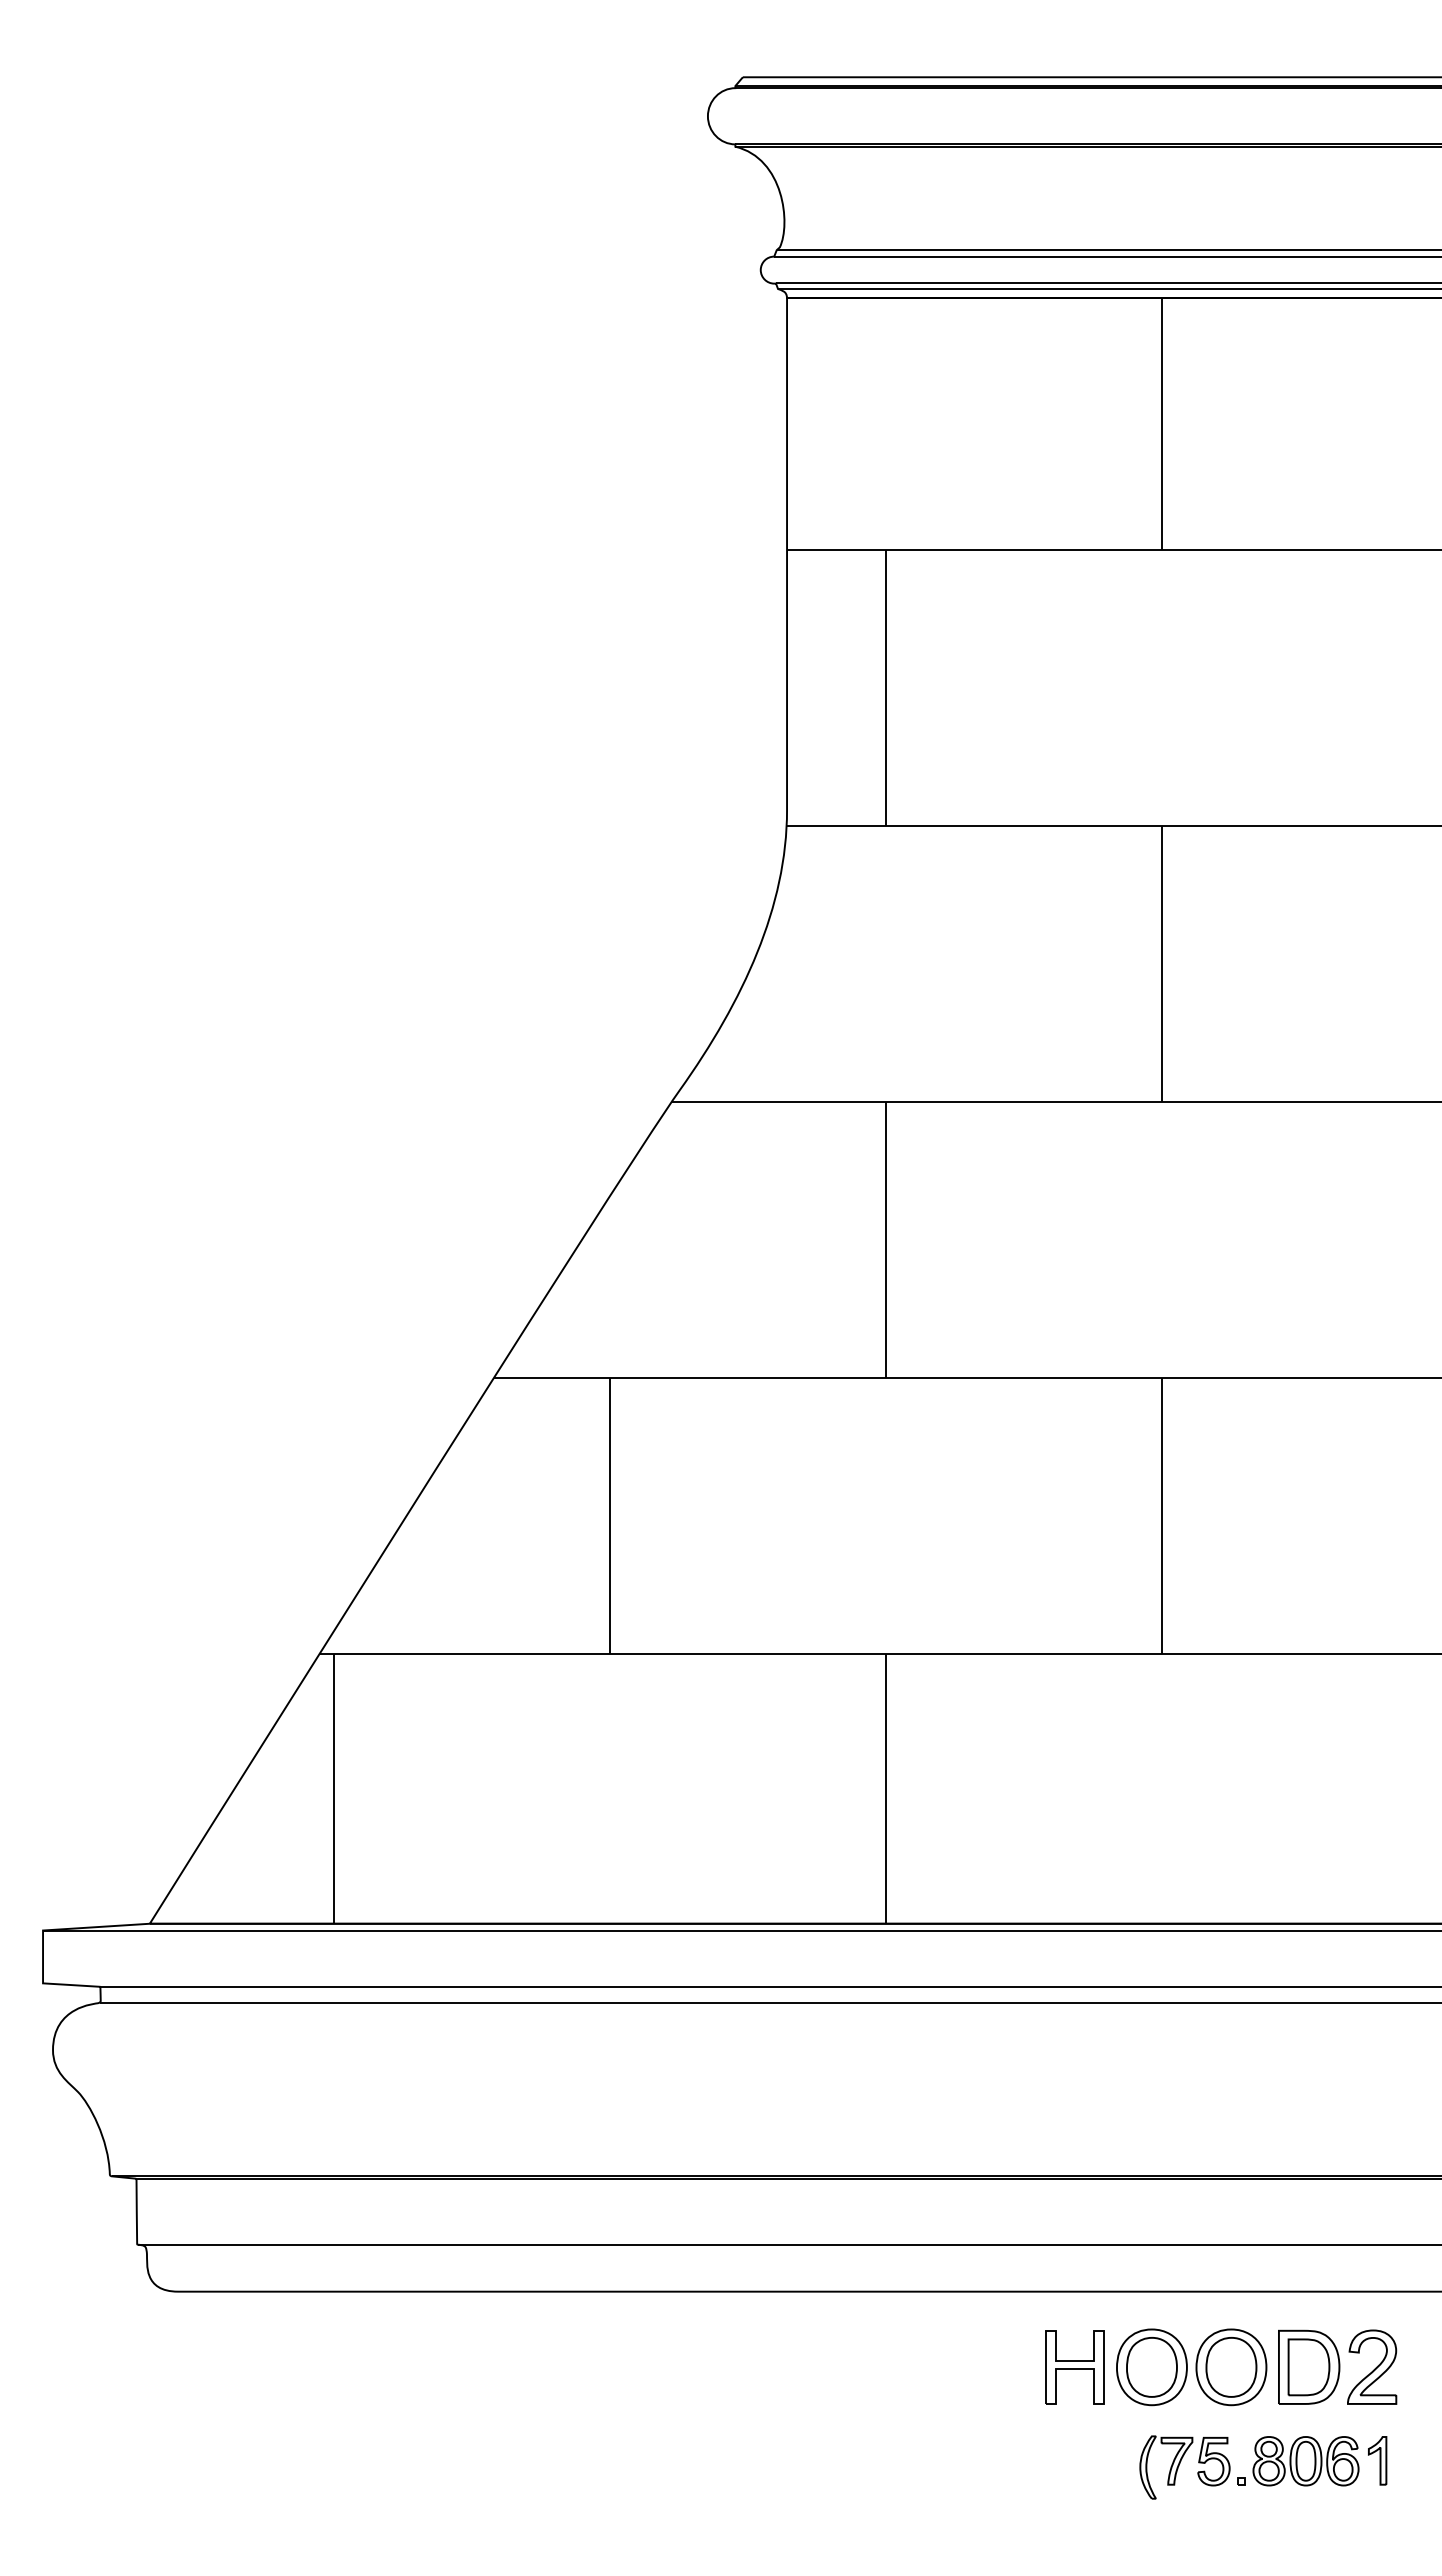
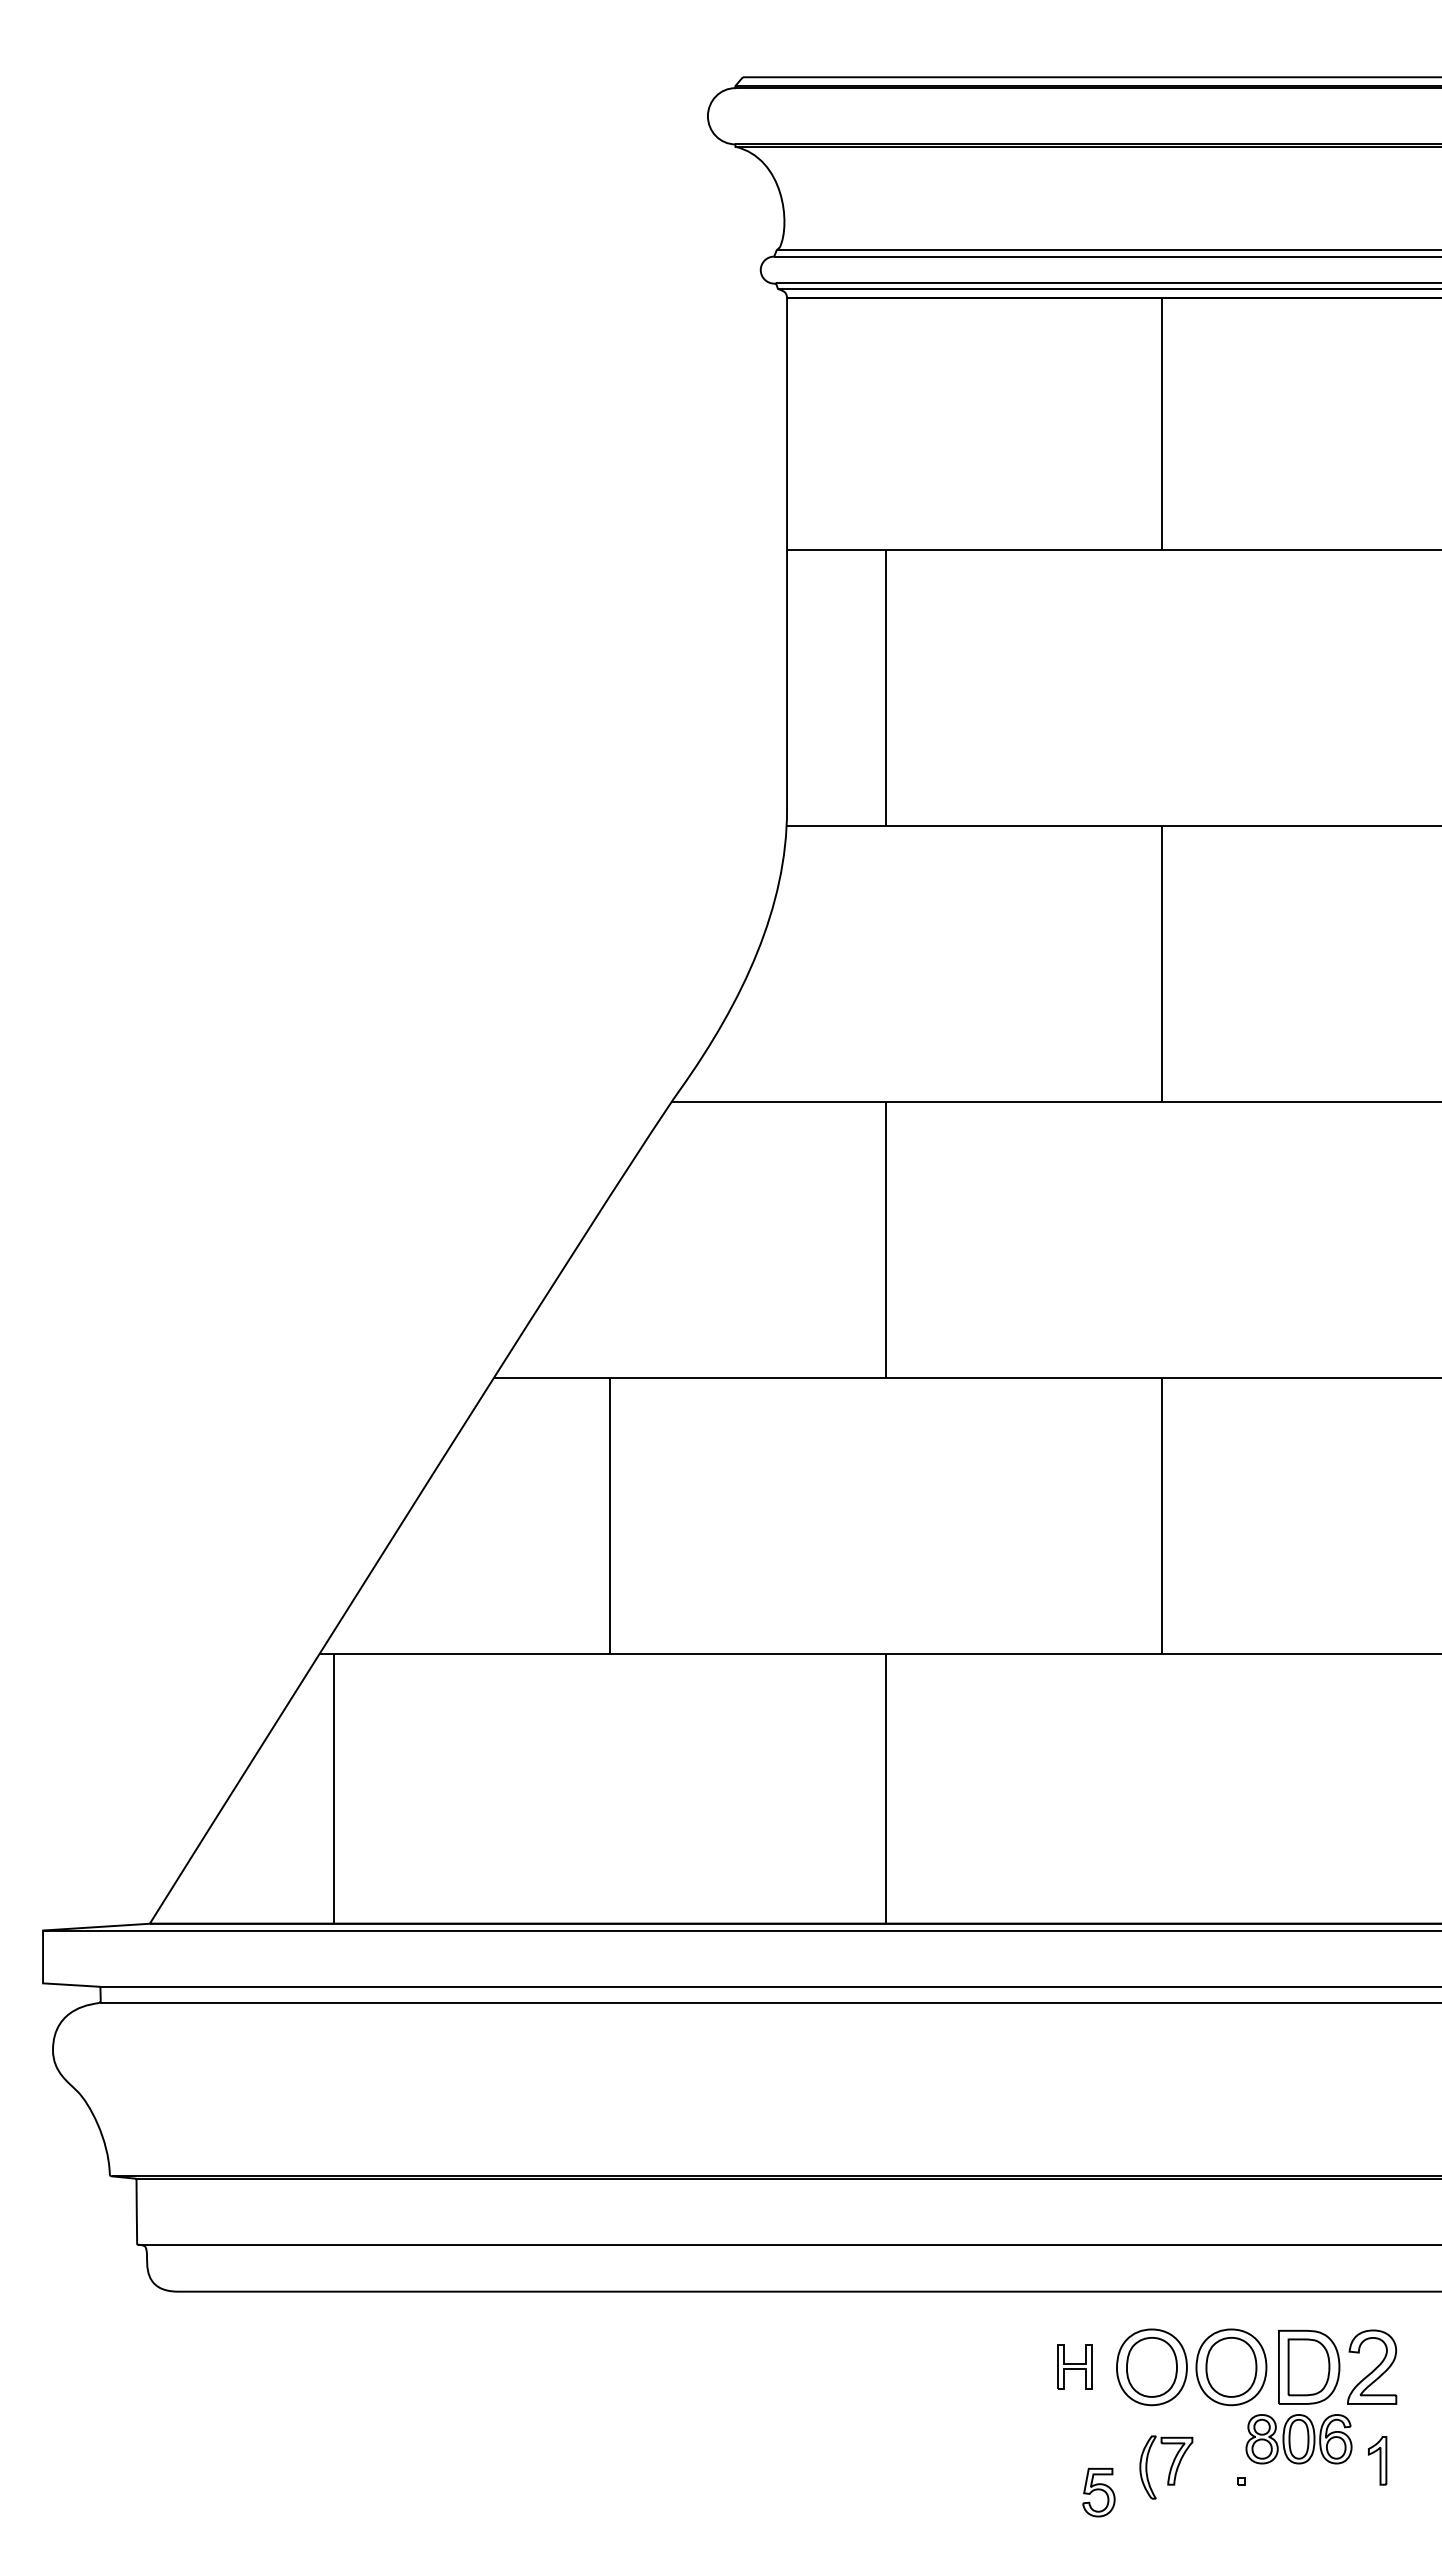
part at (1074, 2367) size: 60x75 px -> 36x46 px
part at (1213, 2461) position: (1213, 2461) -> (1098, 2492)
part at (1305, 2461) position: (1305, 2461) -> (1298, 2439)
